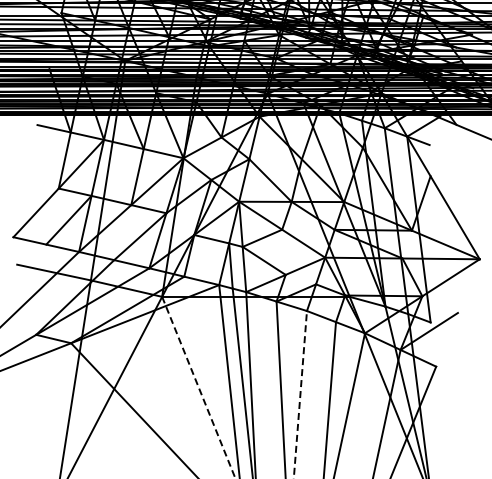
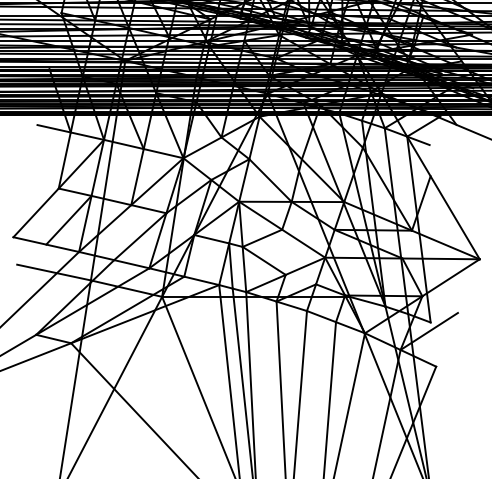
line at (198, 387): dashed -> solid
line at (300, 394): dashed -> solid
